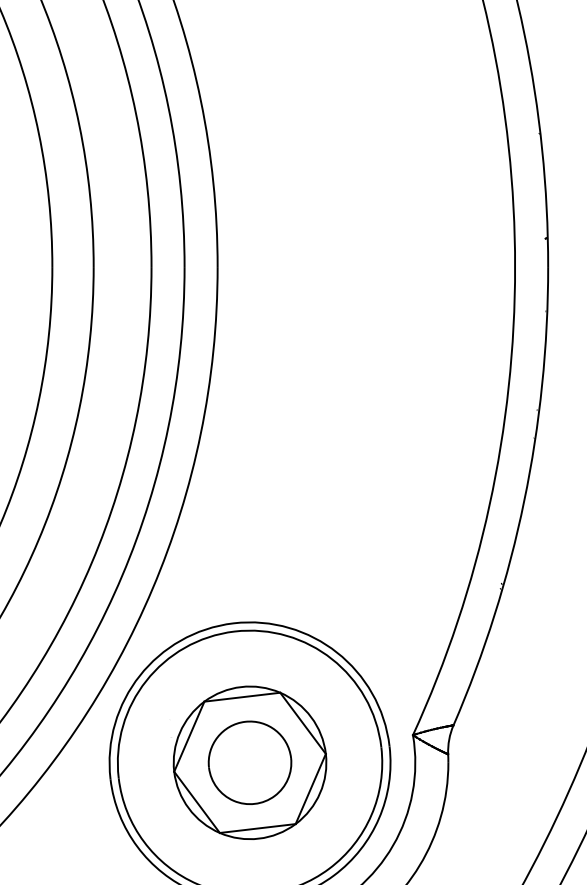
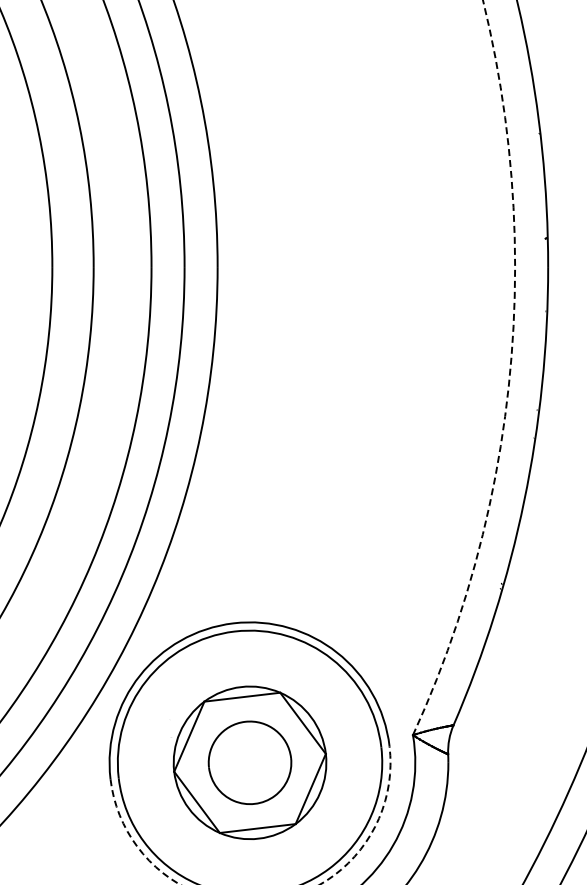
arc at (509, 375): solid -> dashed
arc at (334, 875): solid -> dashed
